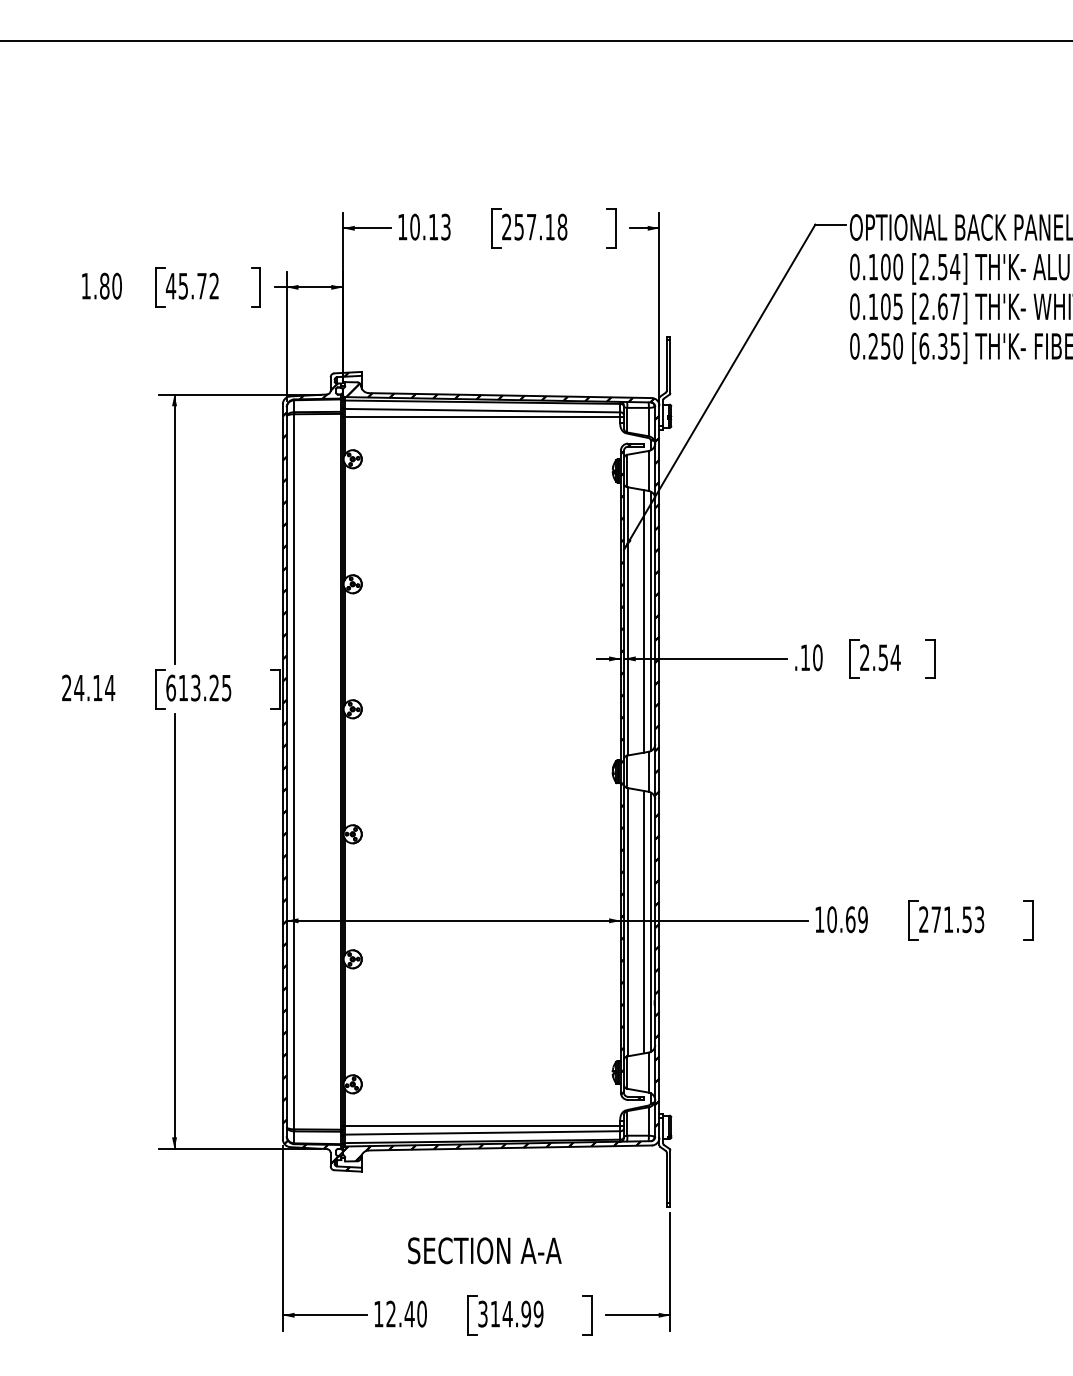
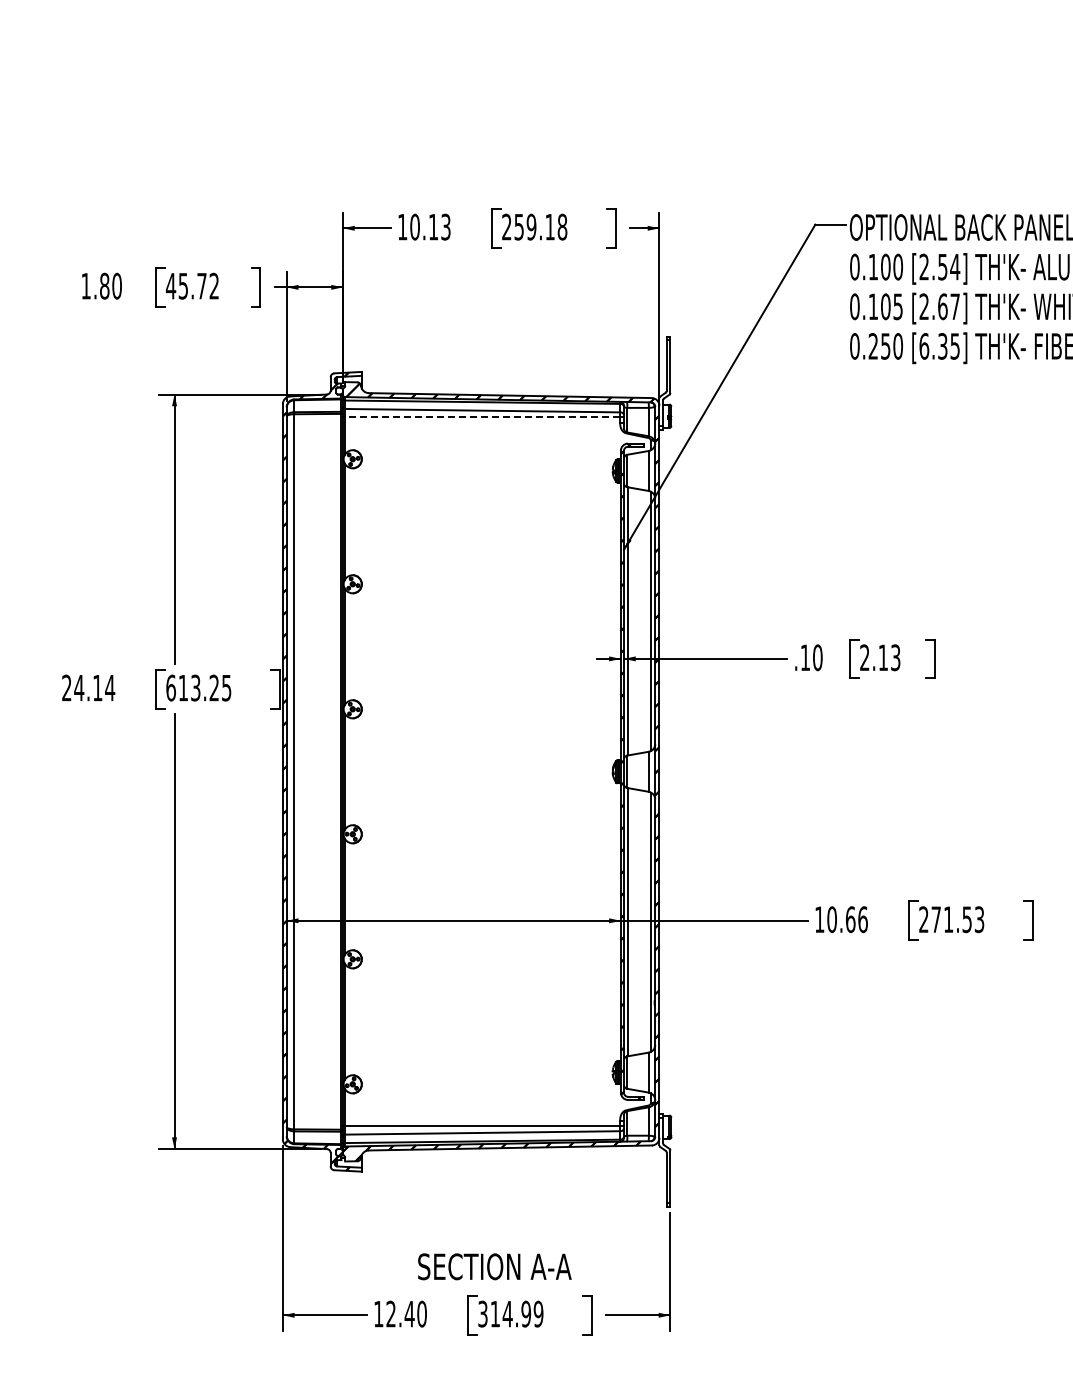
line at (535, 41): present -> none
text at (531, 226): 257.18 -> 259.18
line at (482, 417): solid -> dashed
line at (644, 621): present -> none
text at (889, 657): 2.54 -> 2.13
text at (862, 919): 10.69 -> 10.66
line at (644, 922): present -> none
text at (484, 1250) position: (484, 1250) -> (494, 1266)
